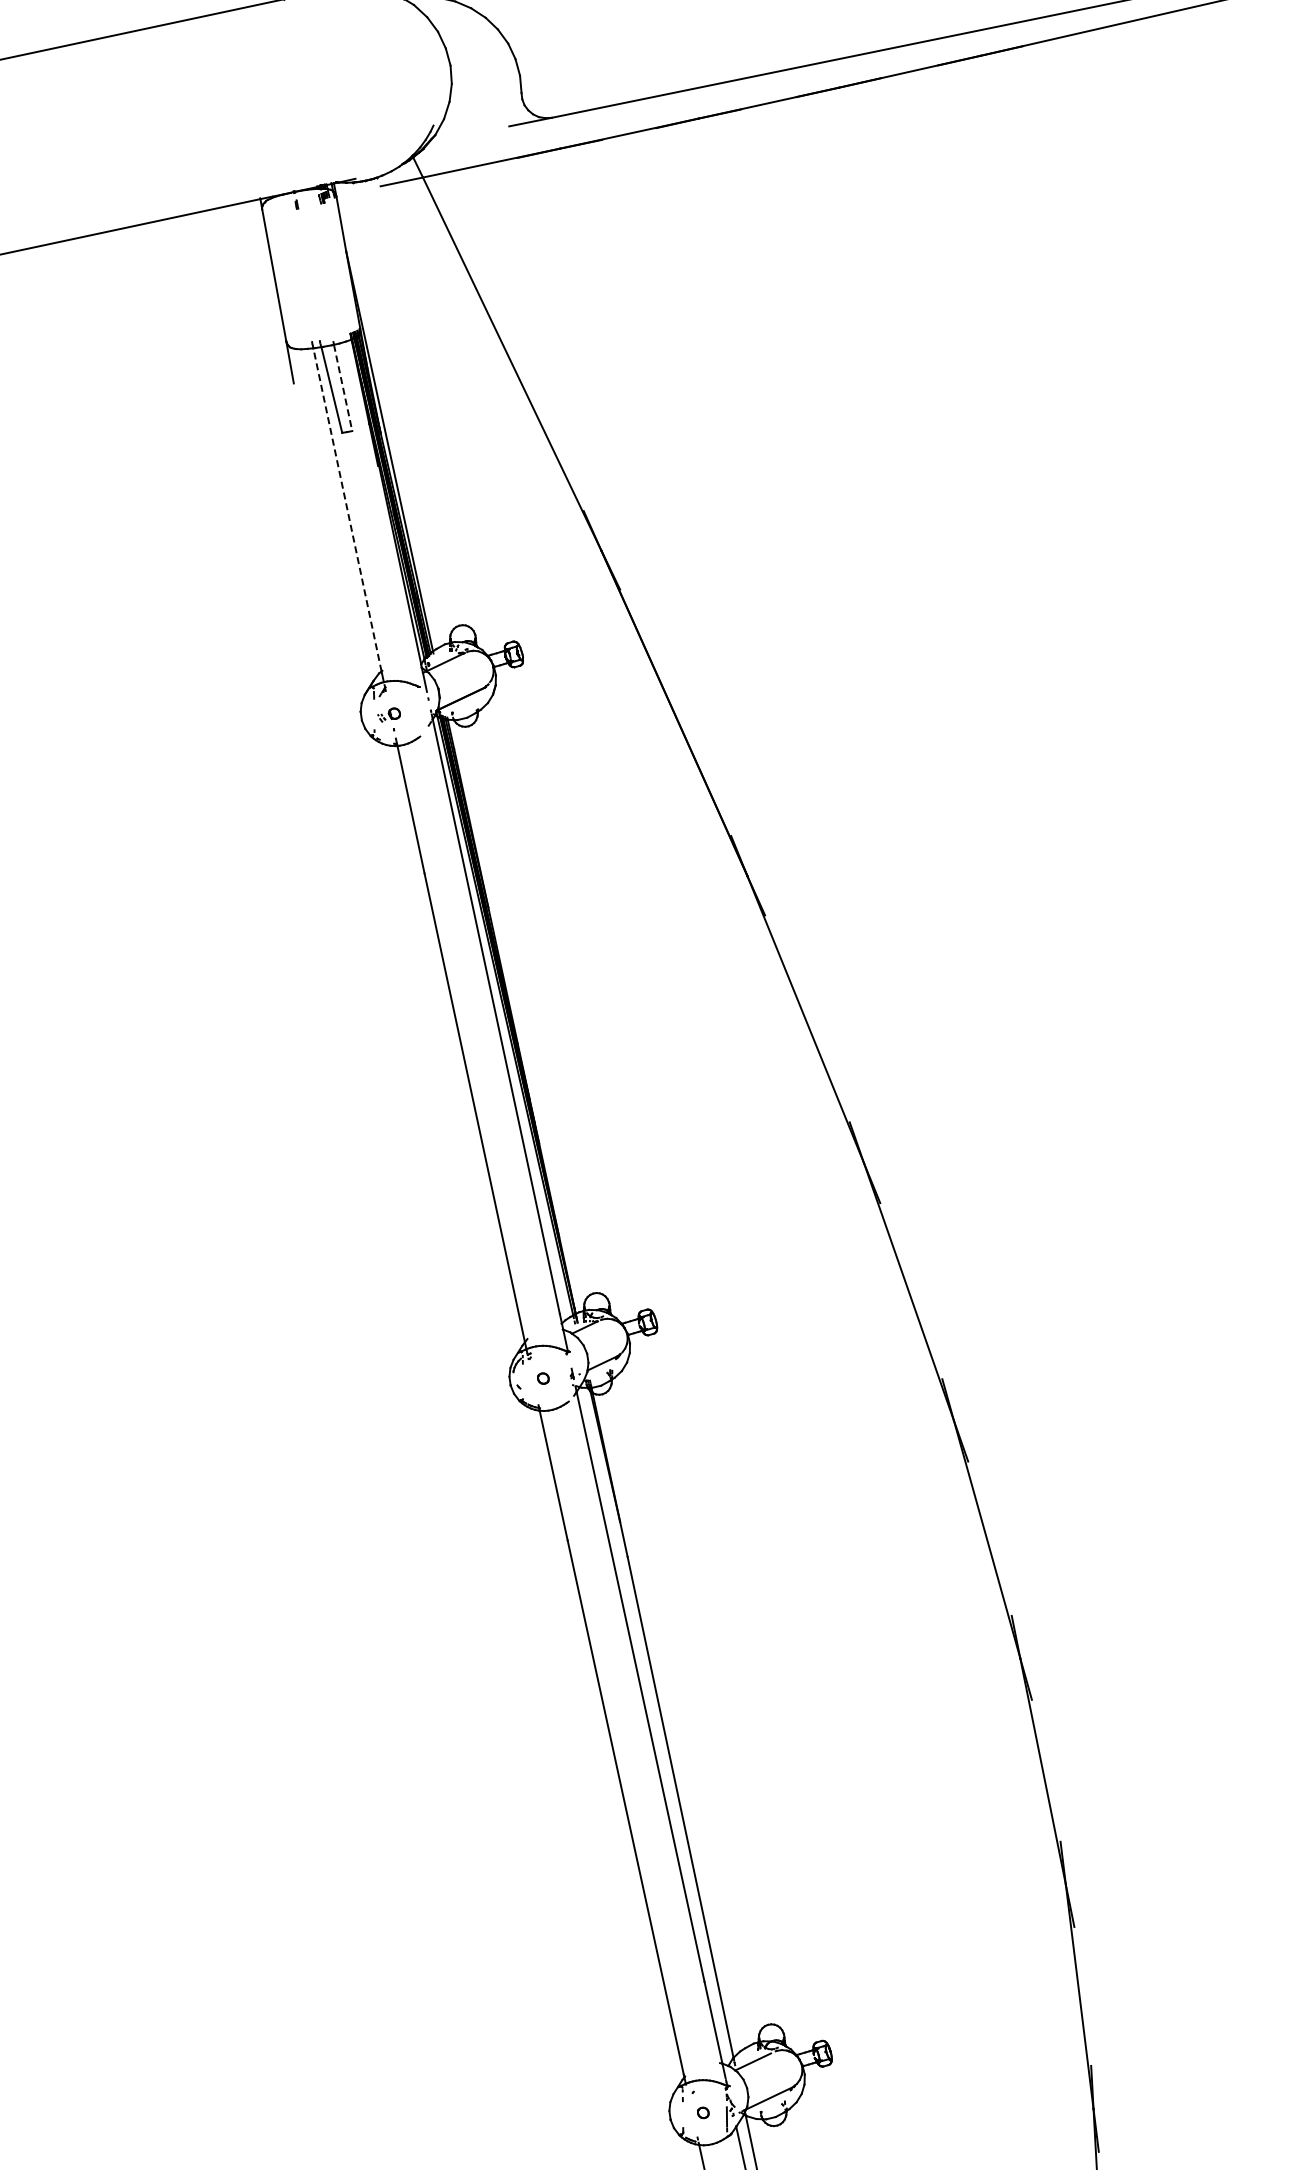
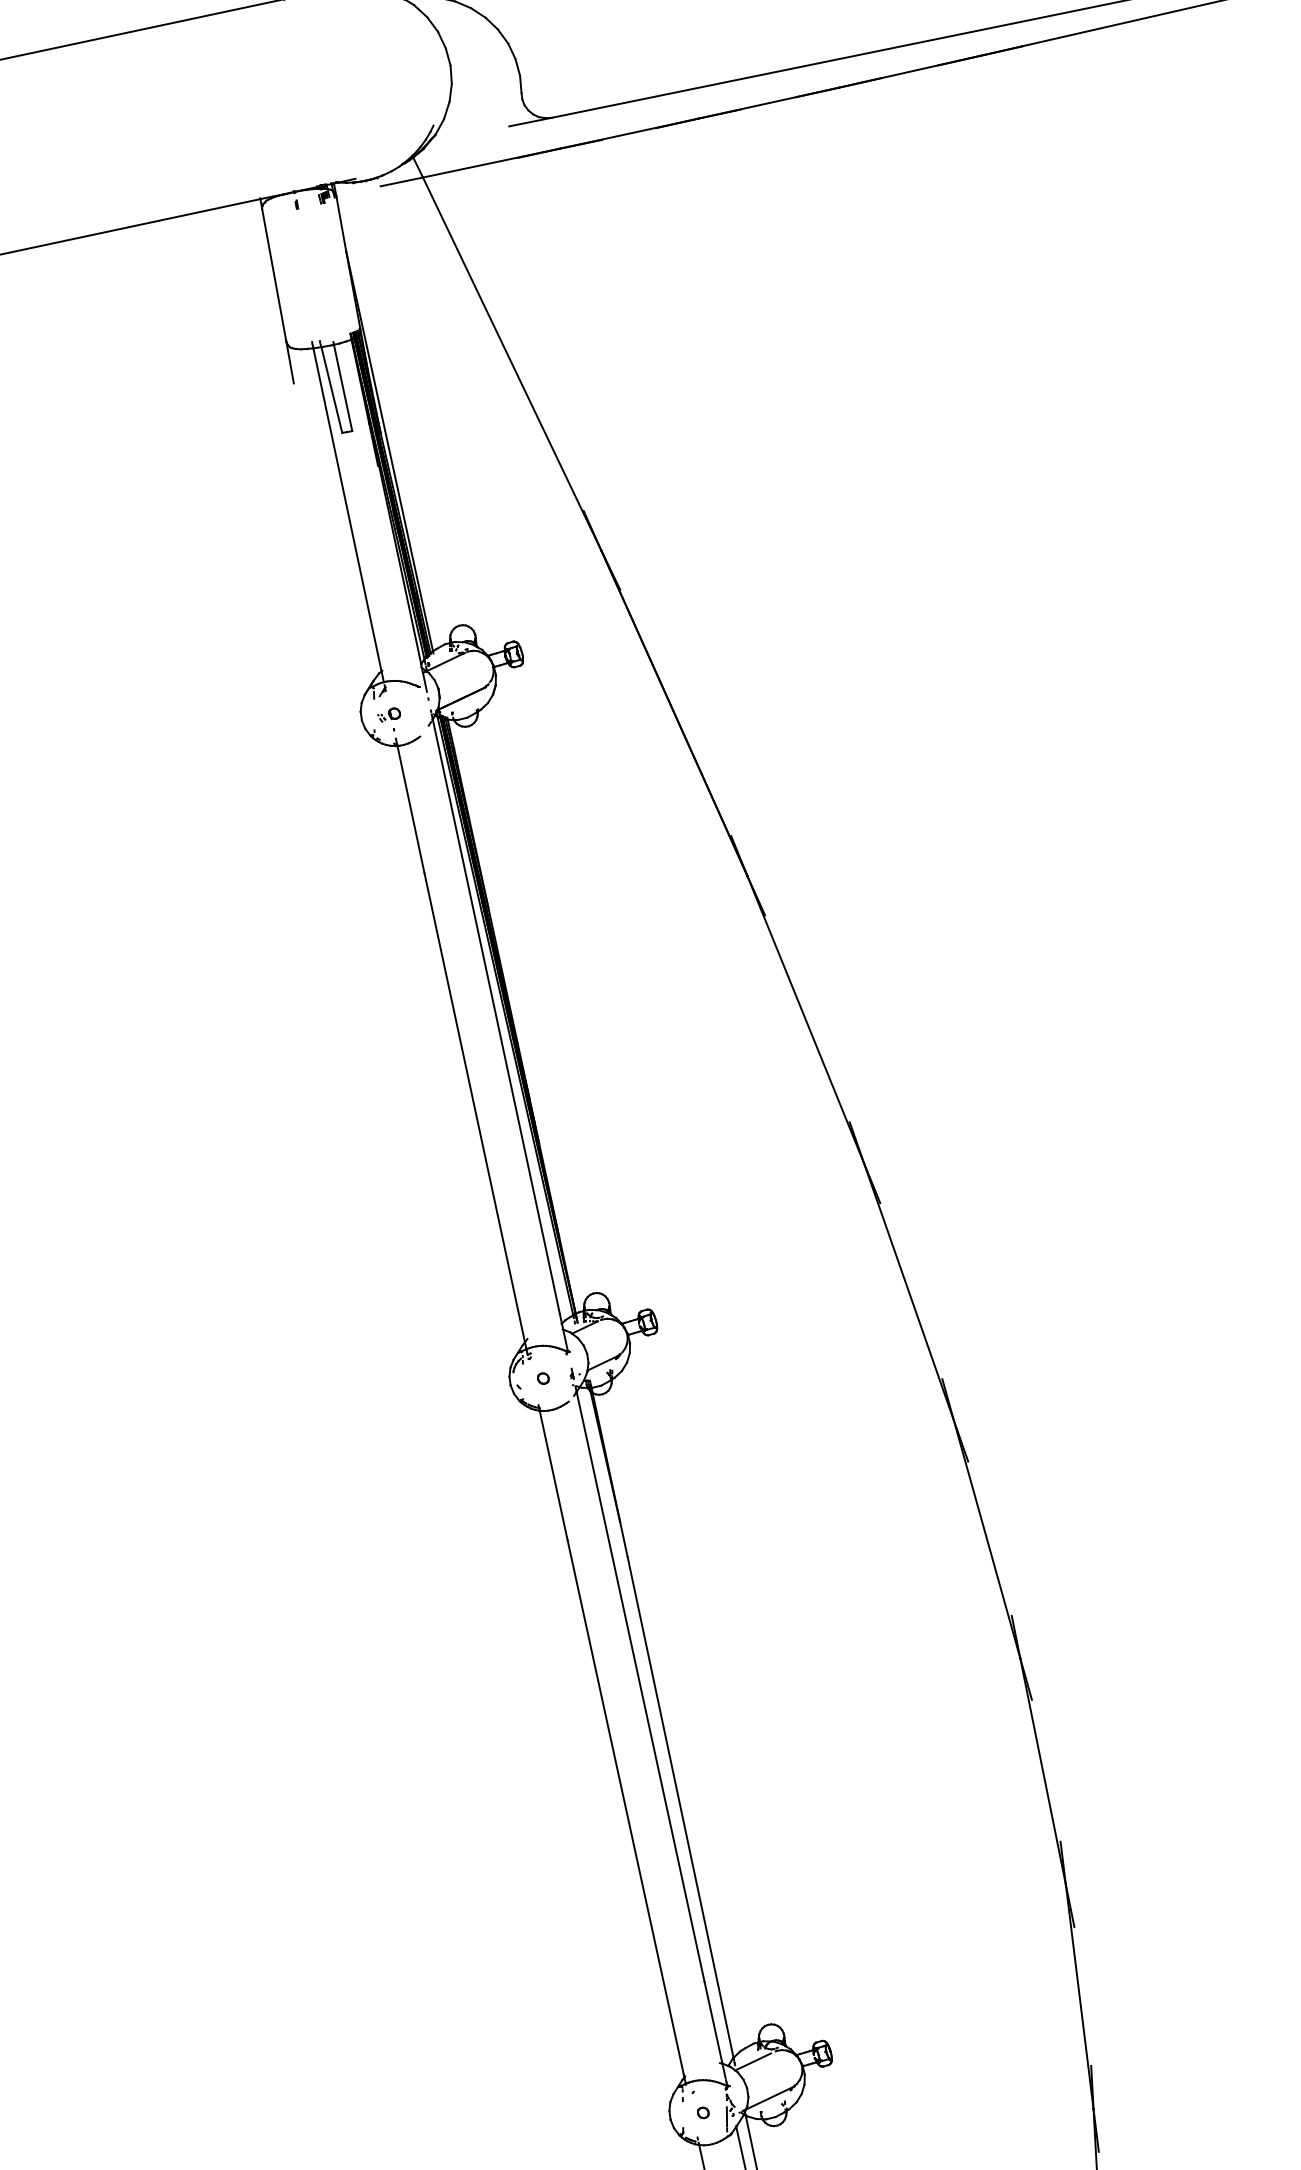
line at (343, 388): dashed -> solid
line at (347, 509): dashed -> solid
